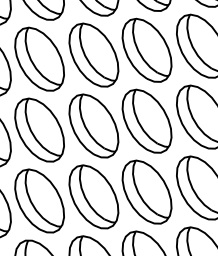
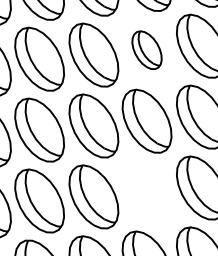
part at (146, 49) size: 52x66 px -> 32x40 px
part at (146, 191): present -> none
